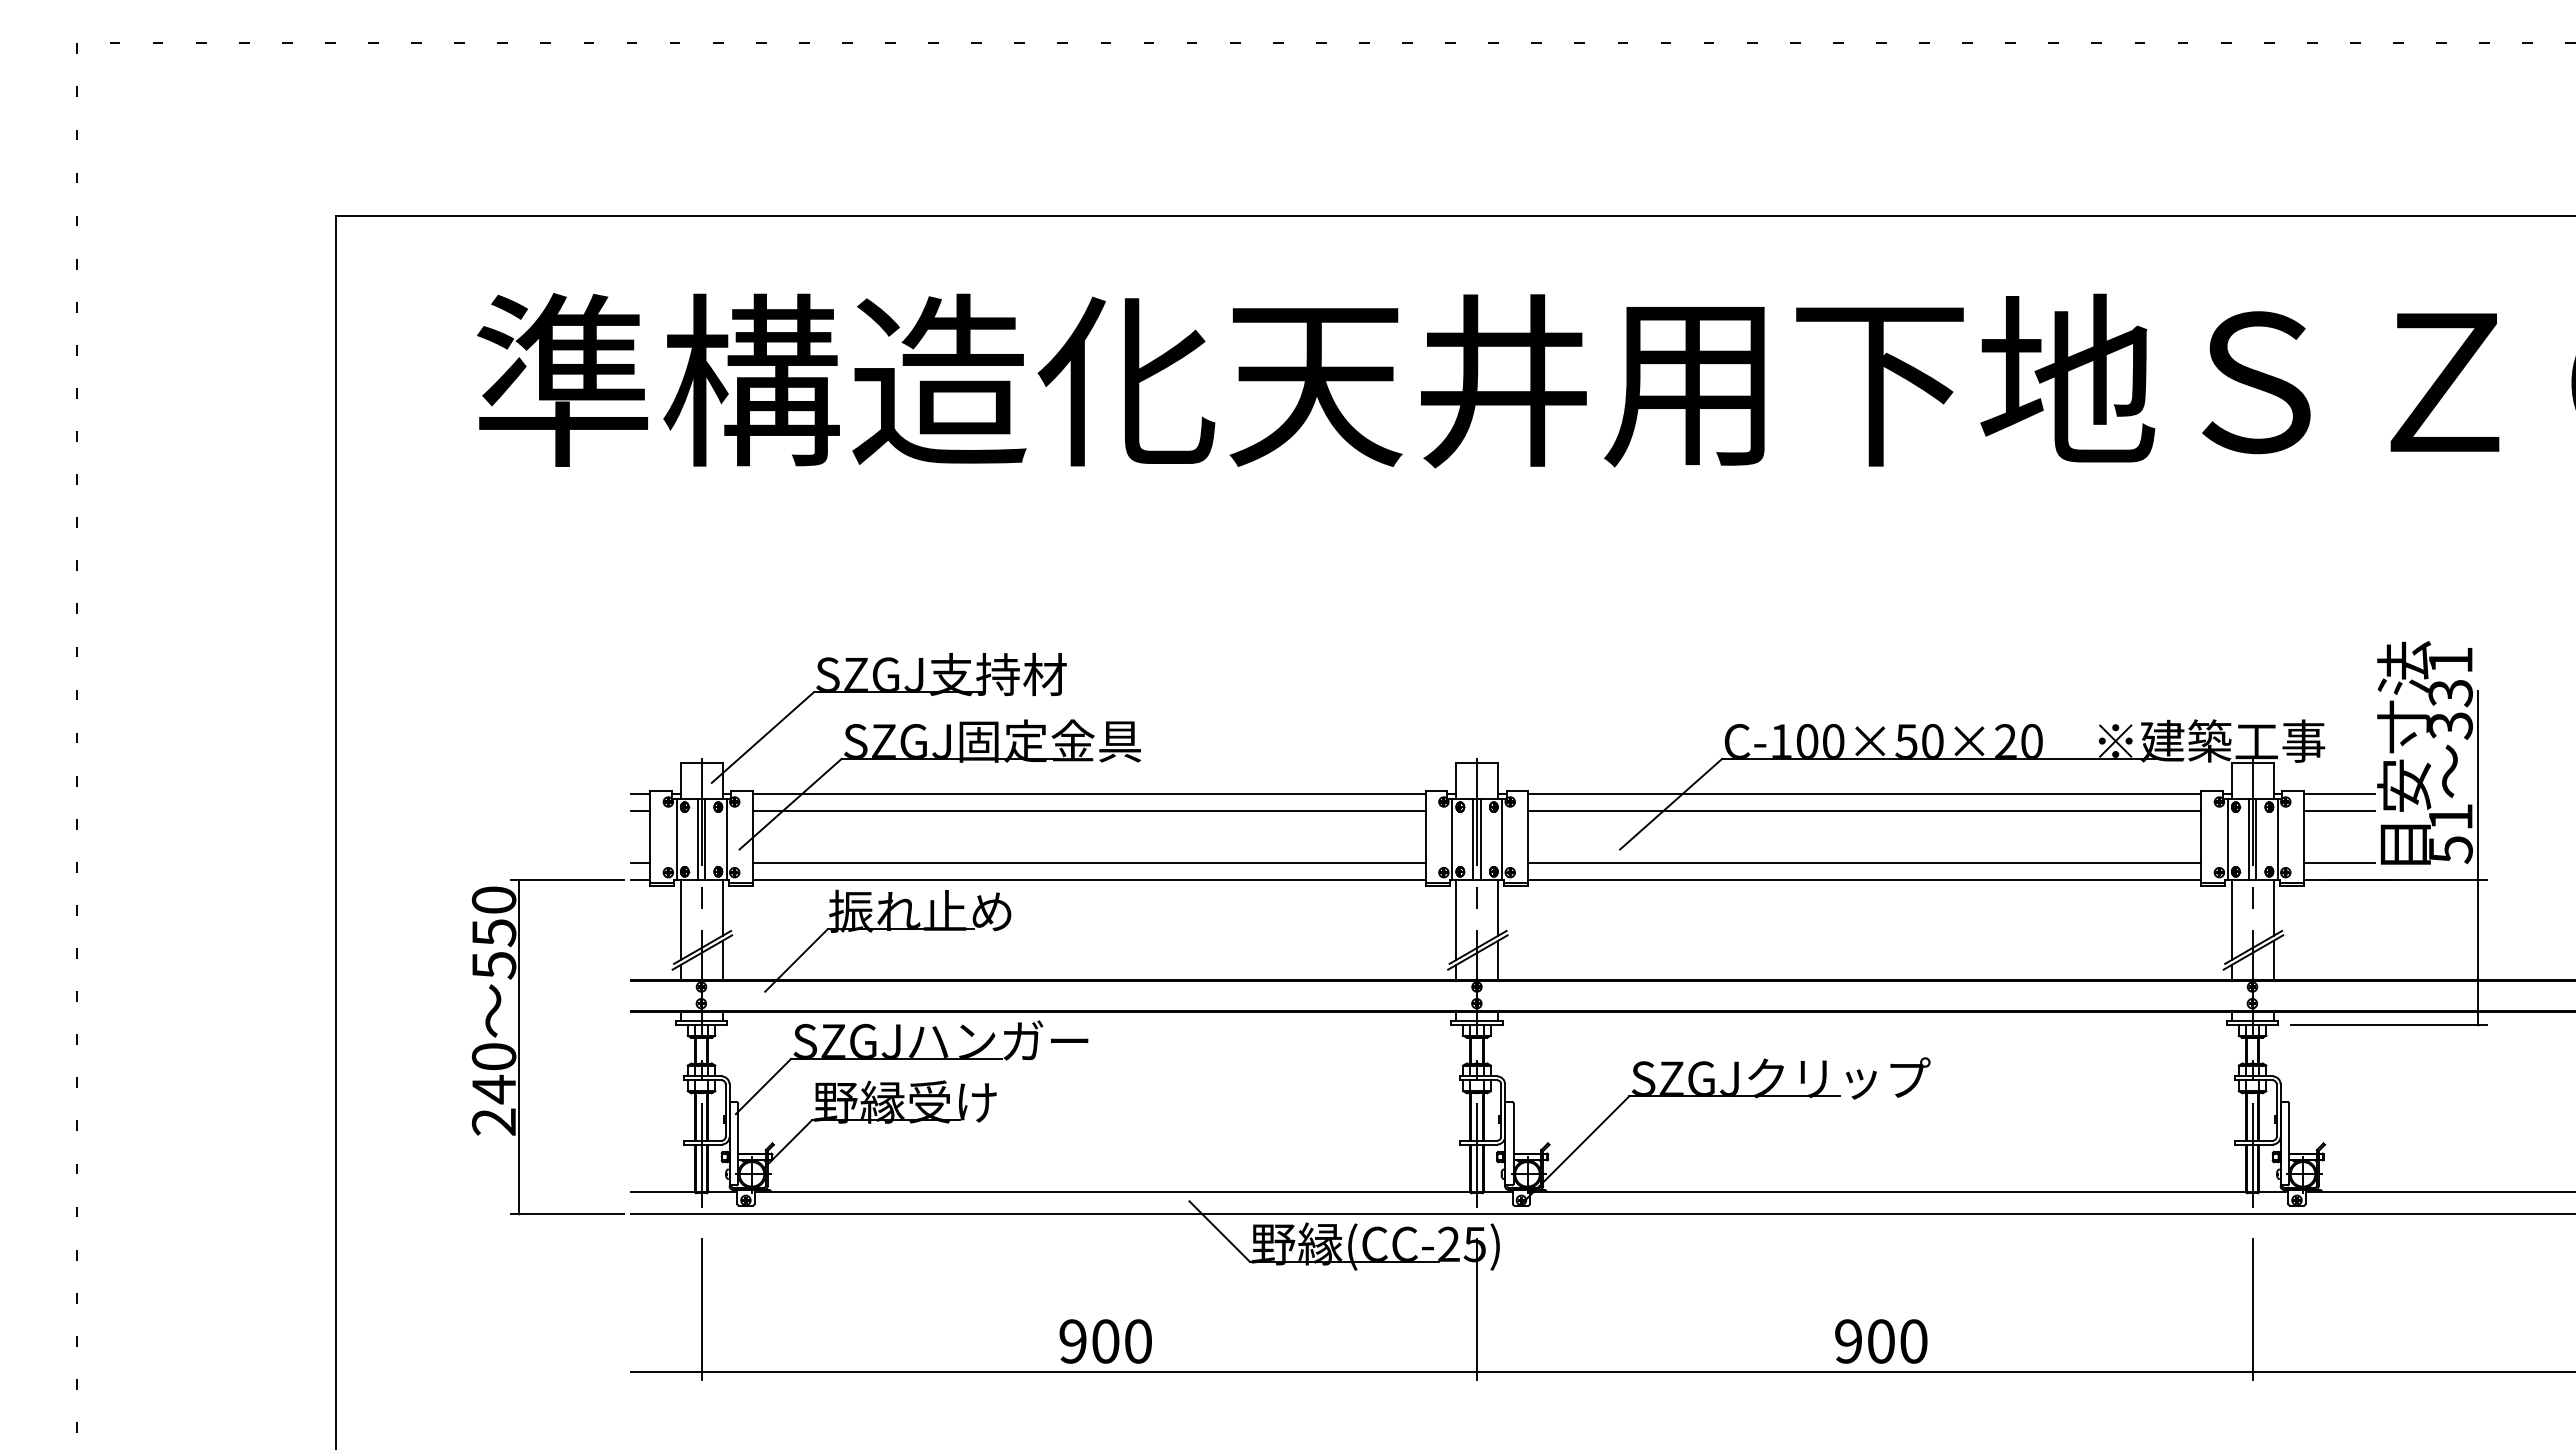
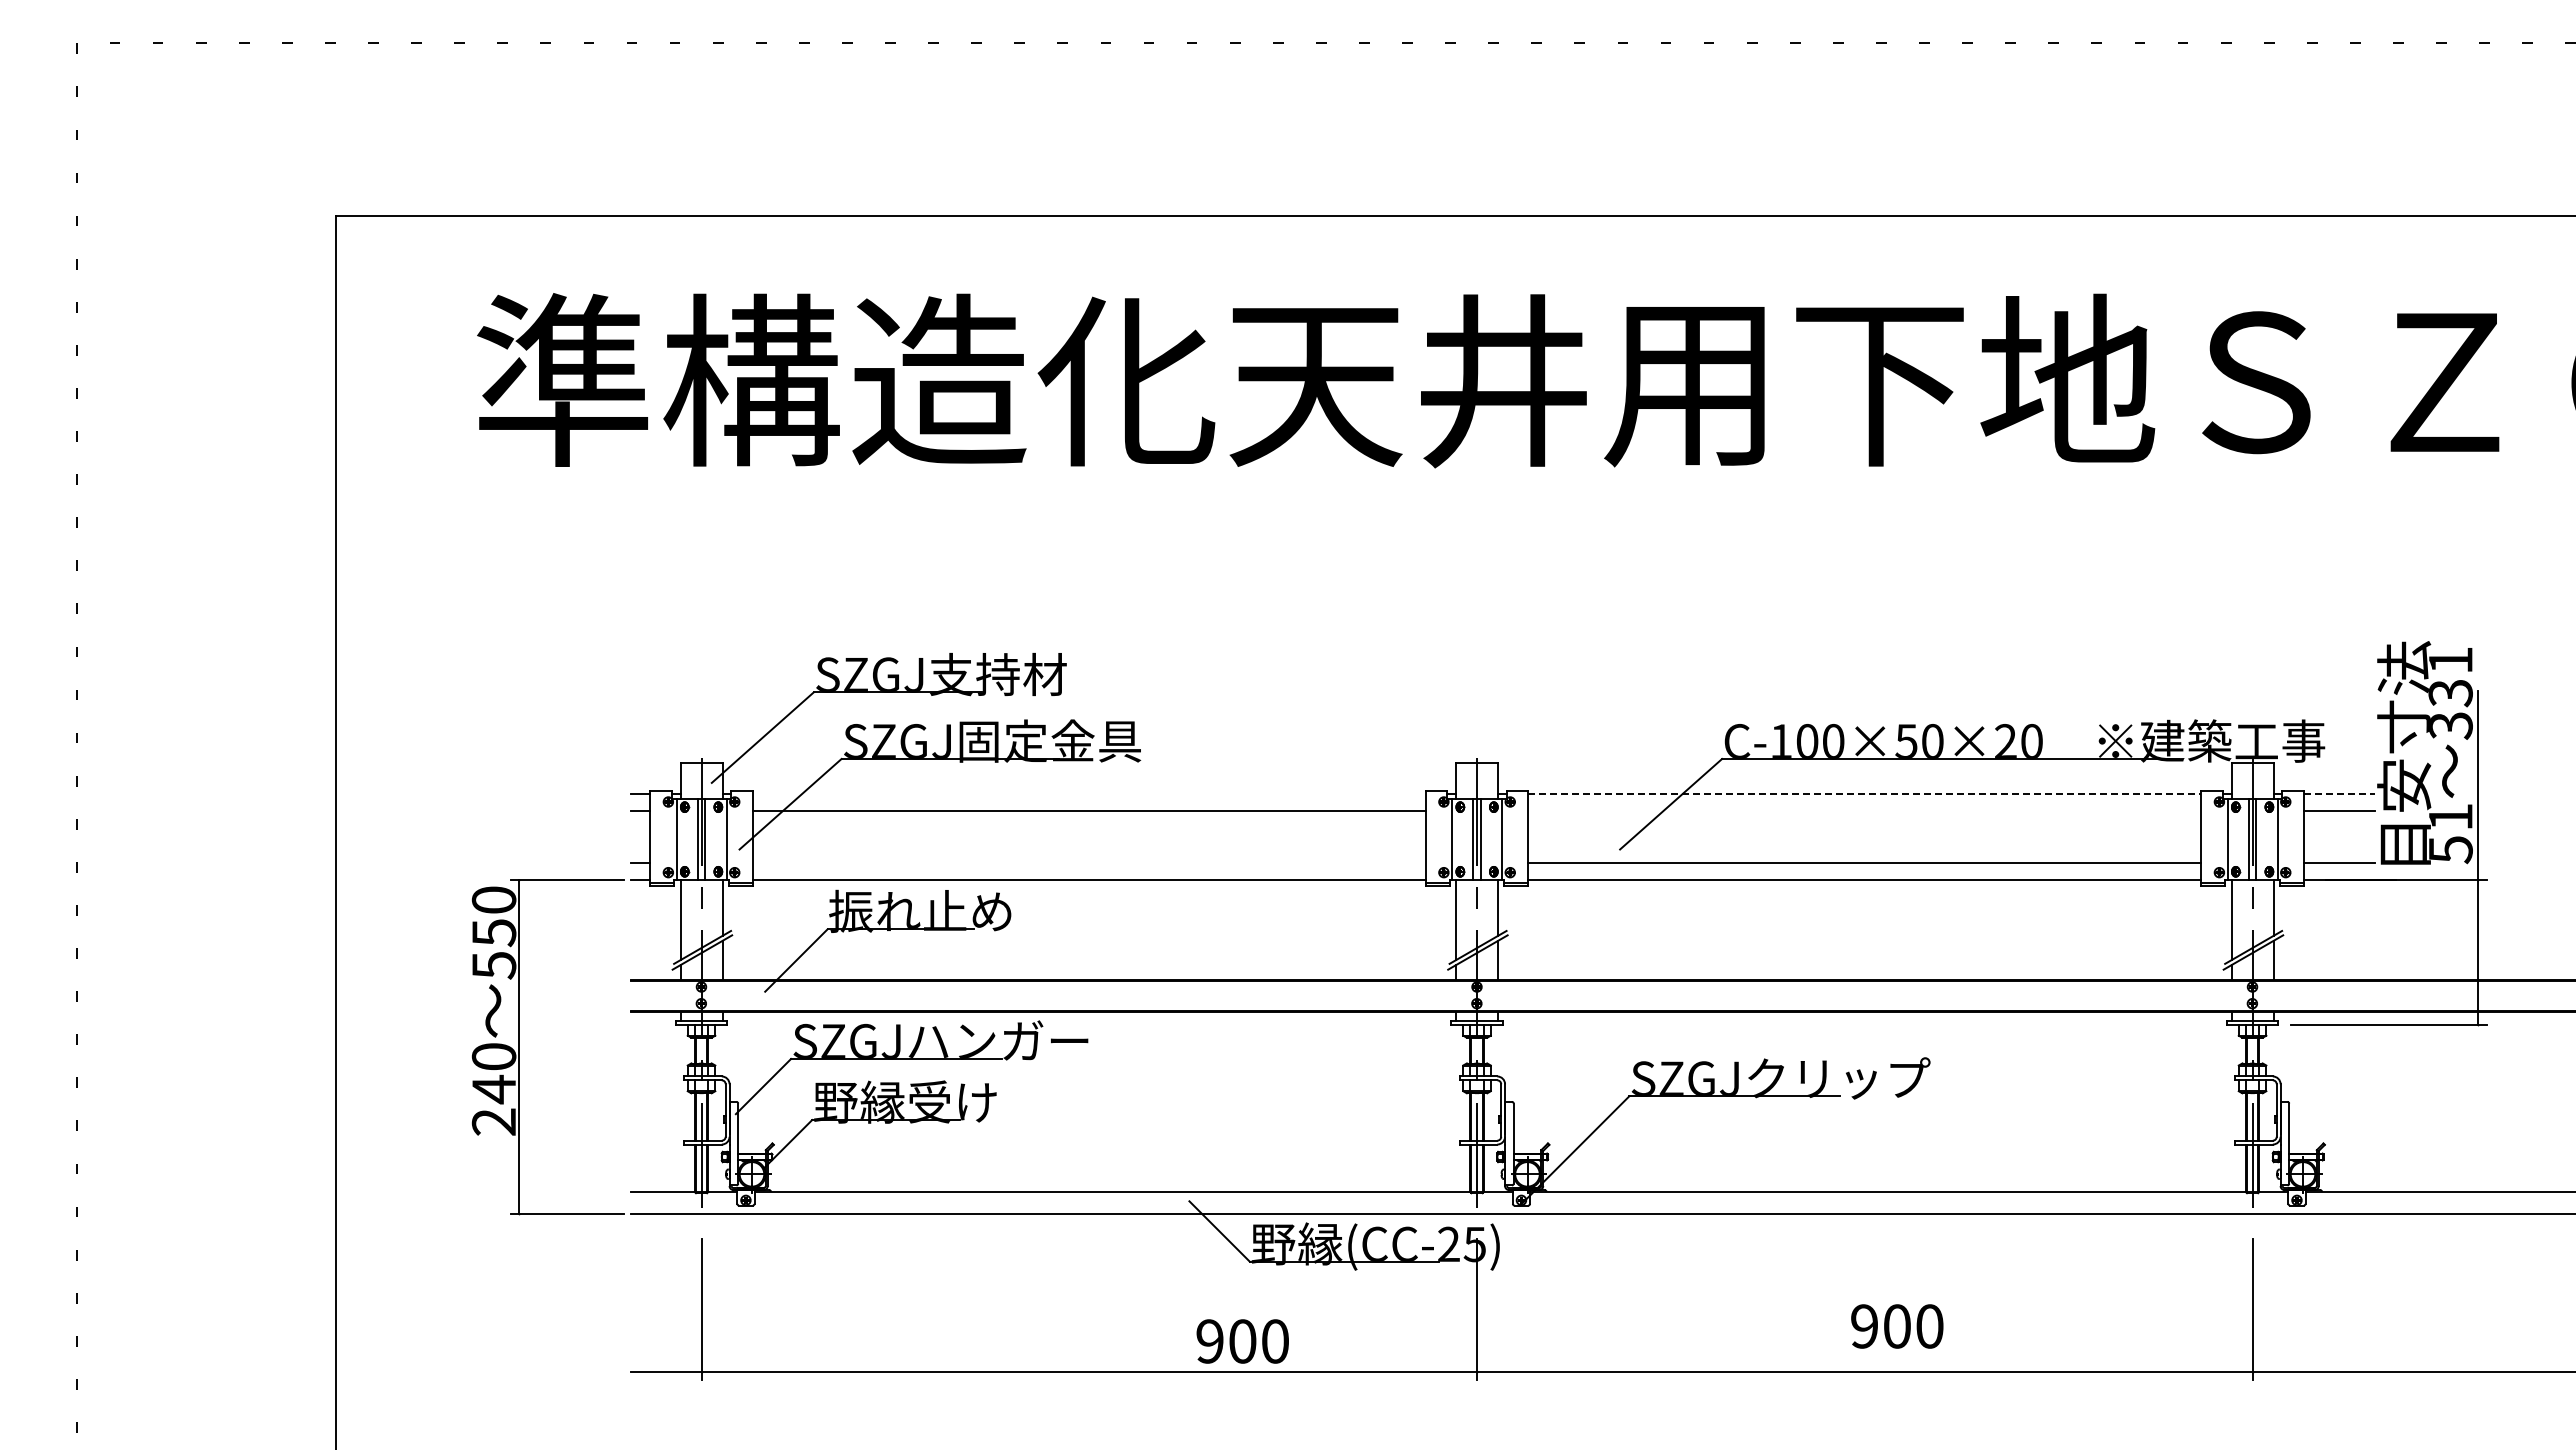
line at (1088, 794): present -> none
line at (1865, 794): solid -> dashed
line at (2339, 794): solid -> dashed
line at (1864, 811): present -> none
line at (1088, 863): present -> none
text at (1105, 1341) position: (1105, 1341) -> (1242, 1341)
text at (1881, 1341) position: (1881, 1341) -> (1897, 1326)
